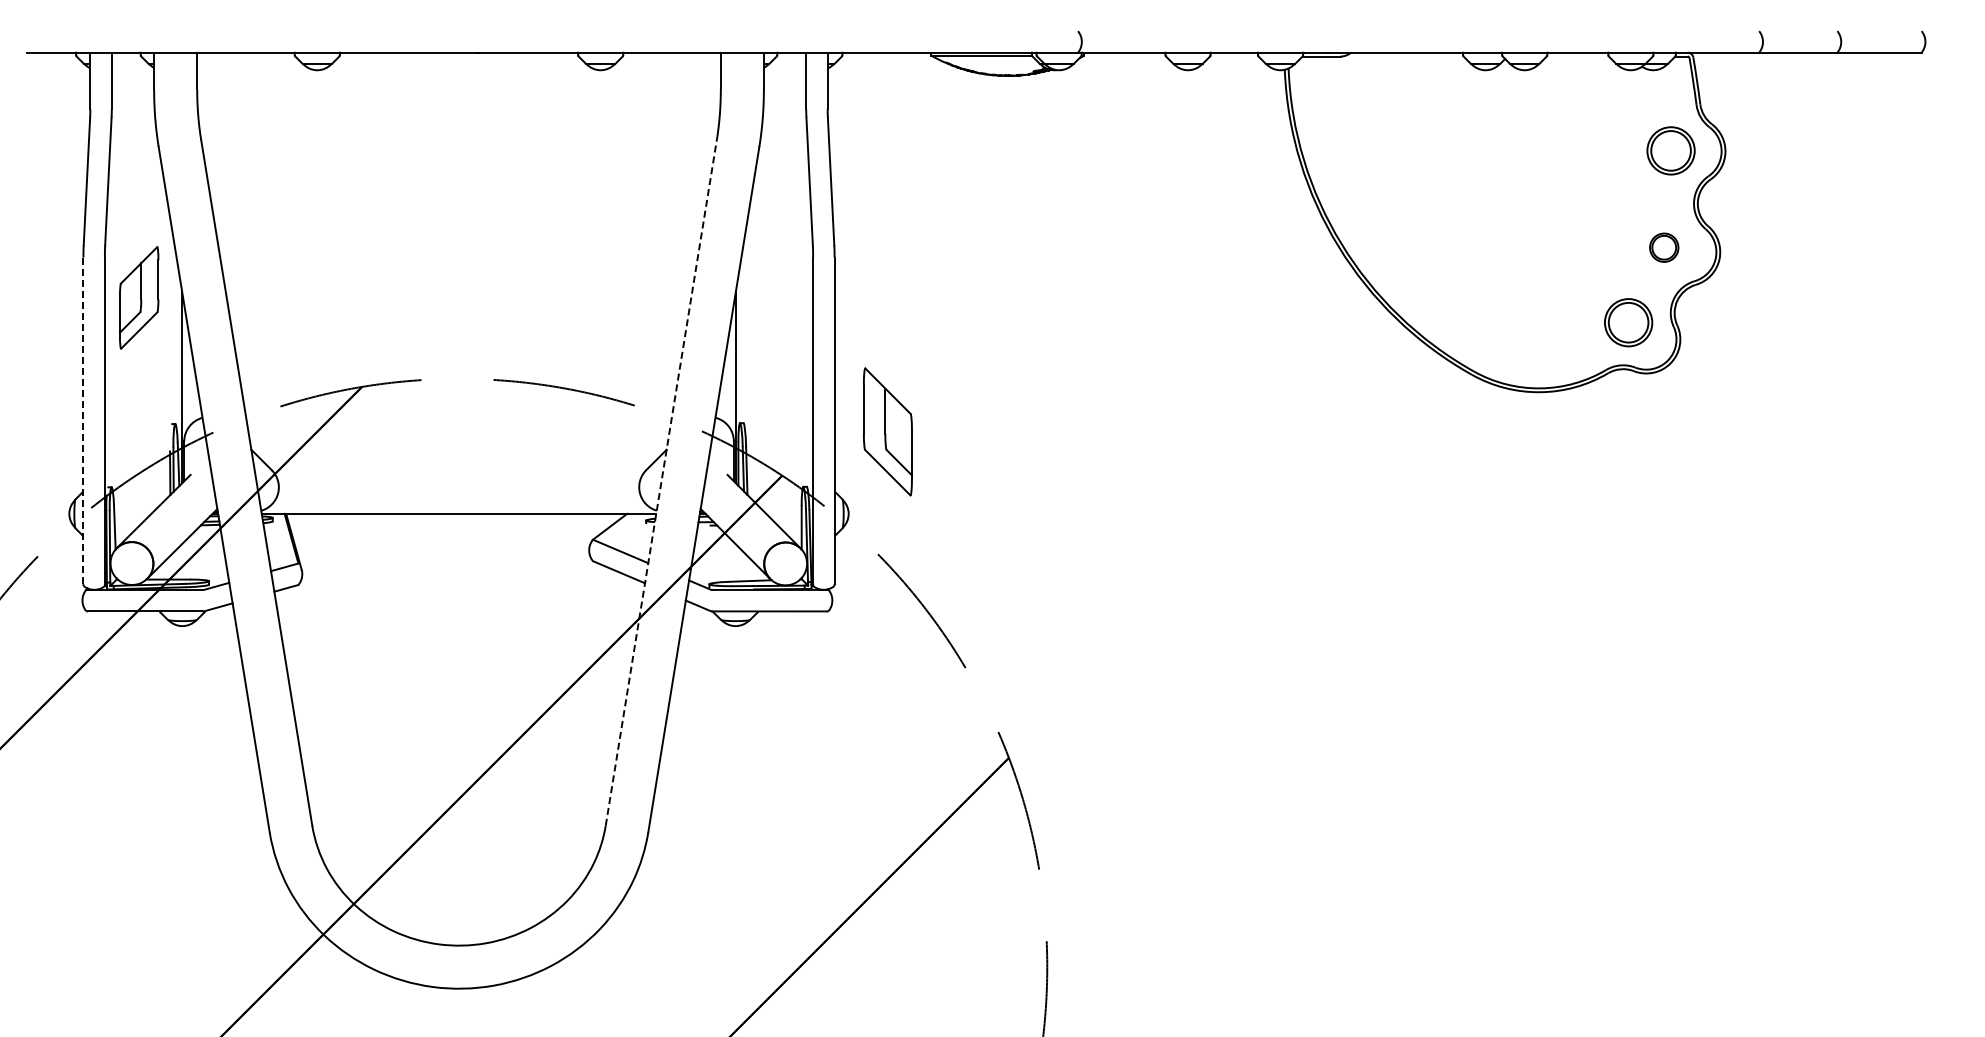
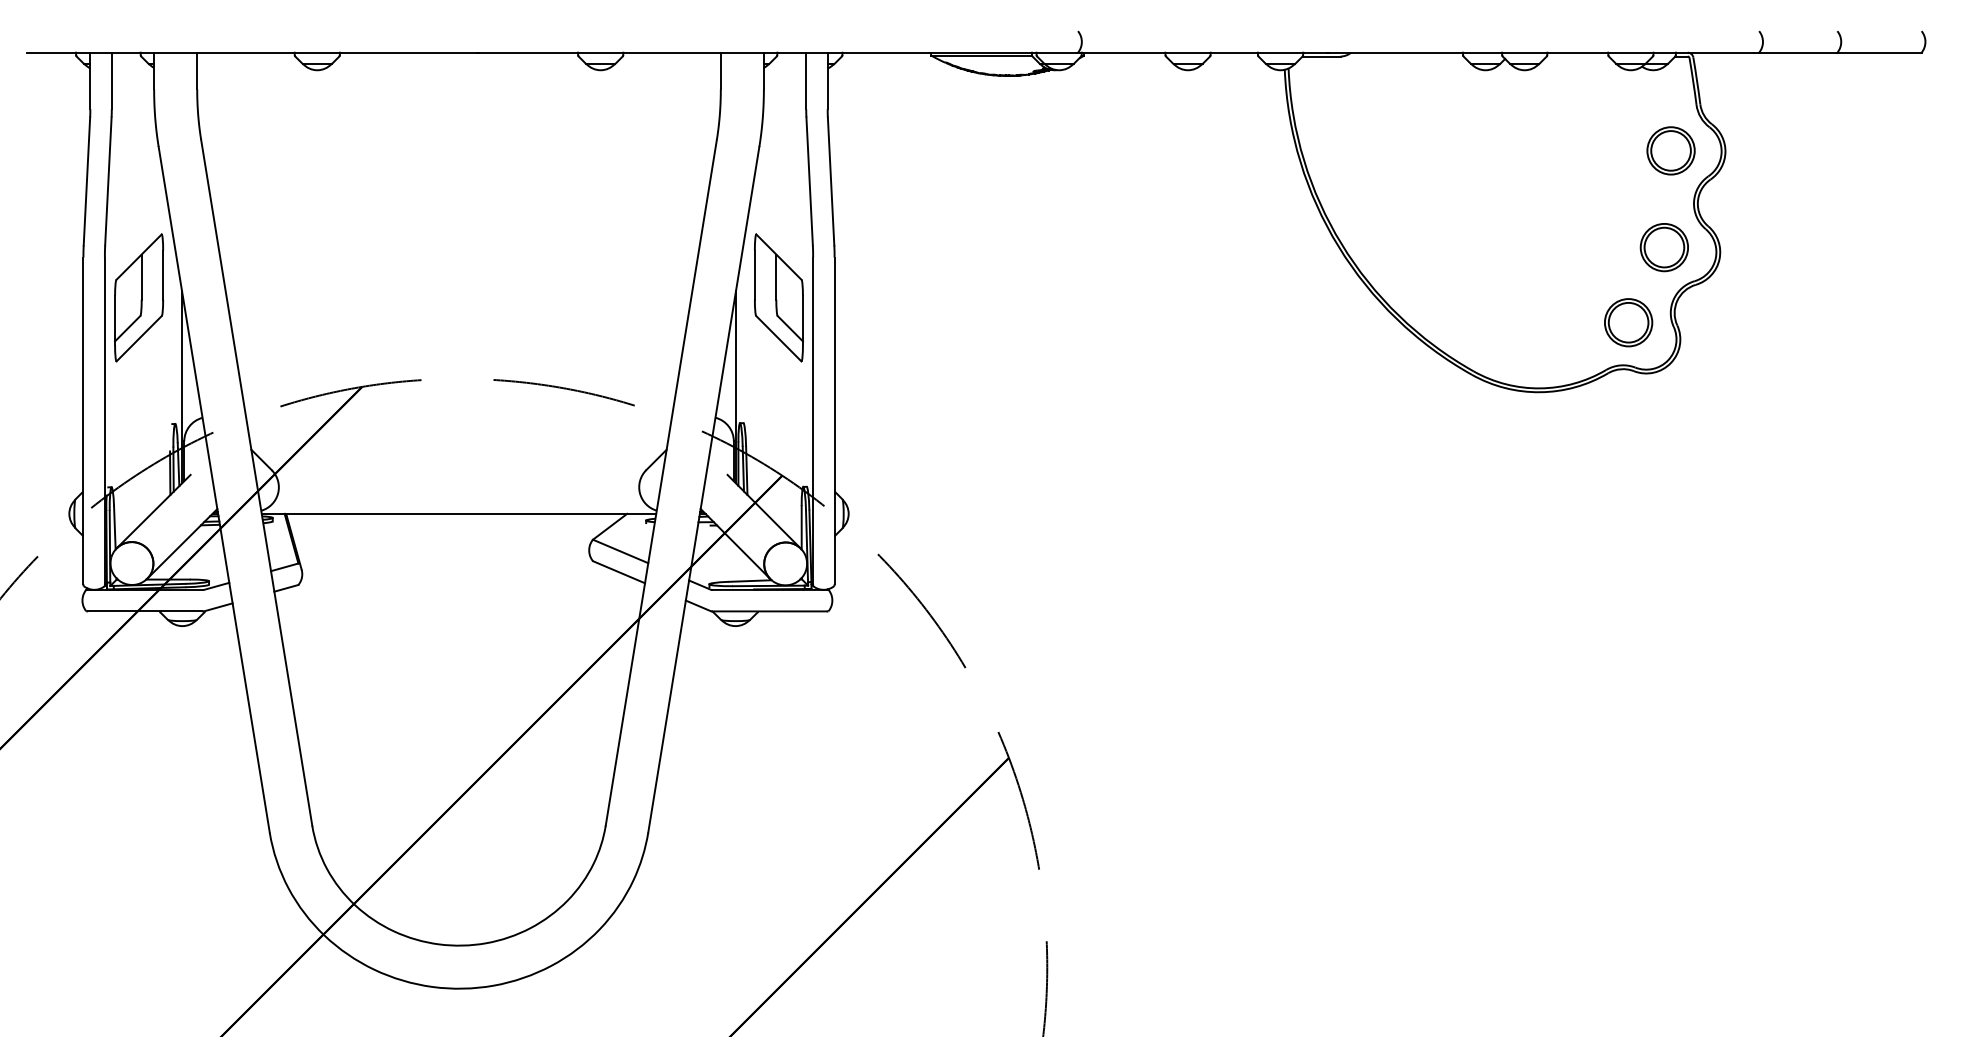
part at (1664, 247) size: 31x31 px -> 50x50 px
part at (138, 297) size: 42x104 px -> 51x130 px
line at (83, 420): dashed -> solid
part at (887, 431) position: (887, 431) -> (778, 297)
line at (661, 482): dashed -> solid
